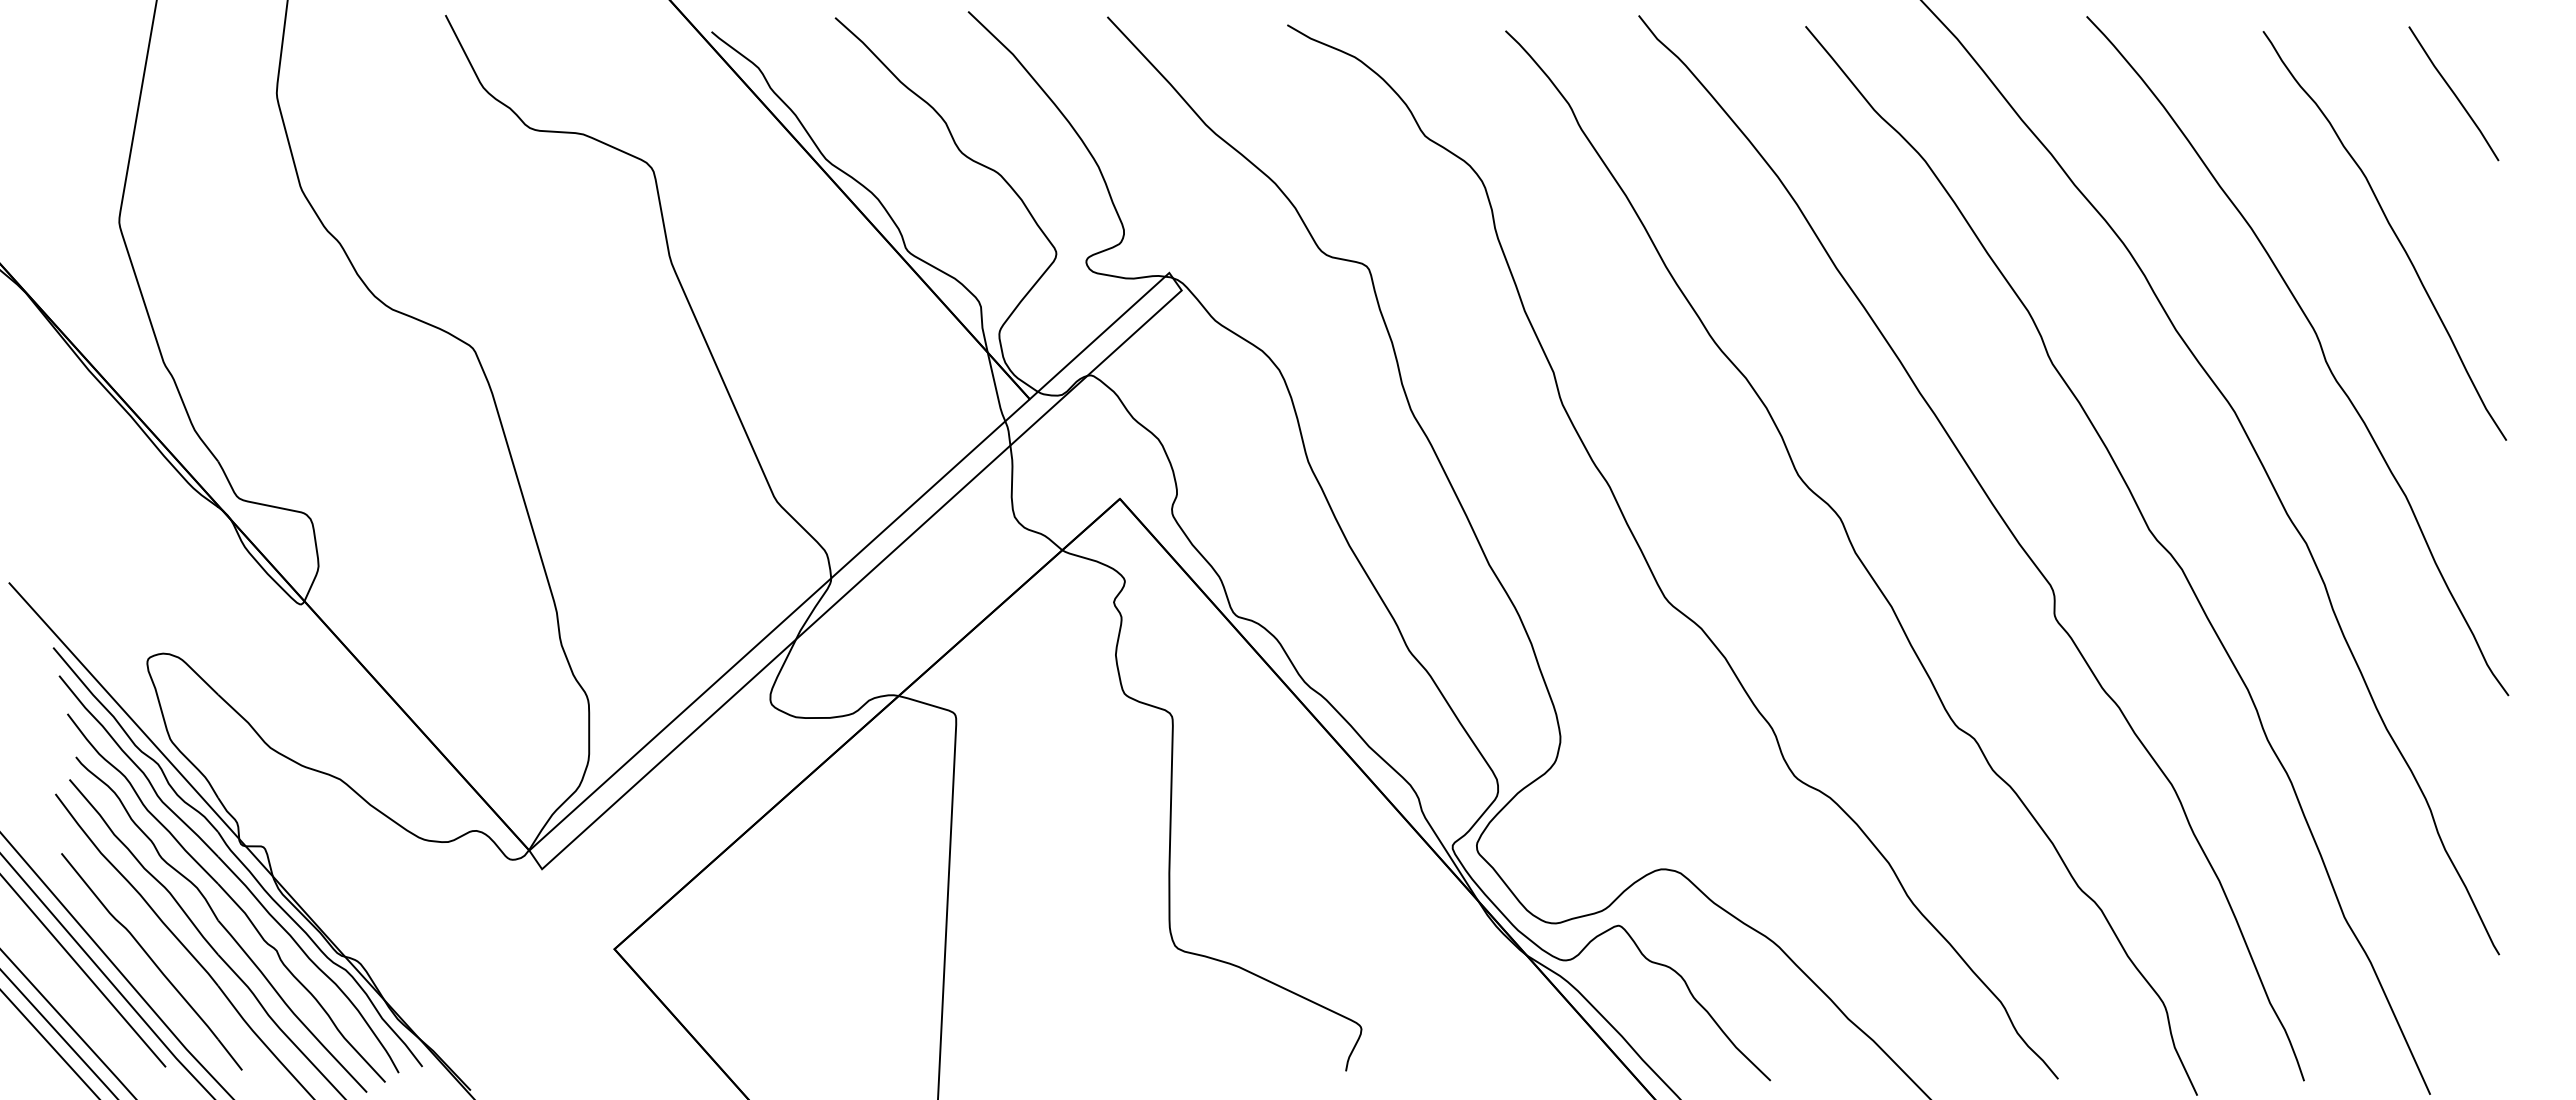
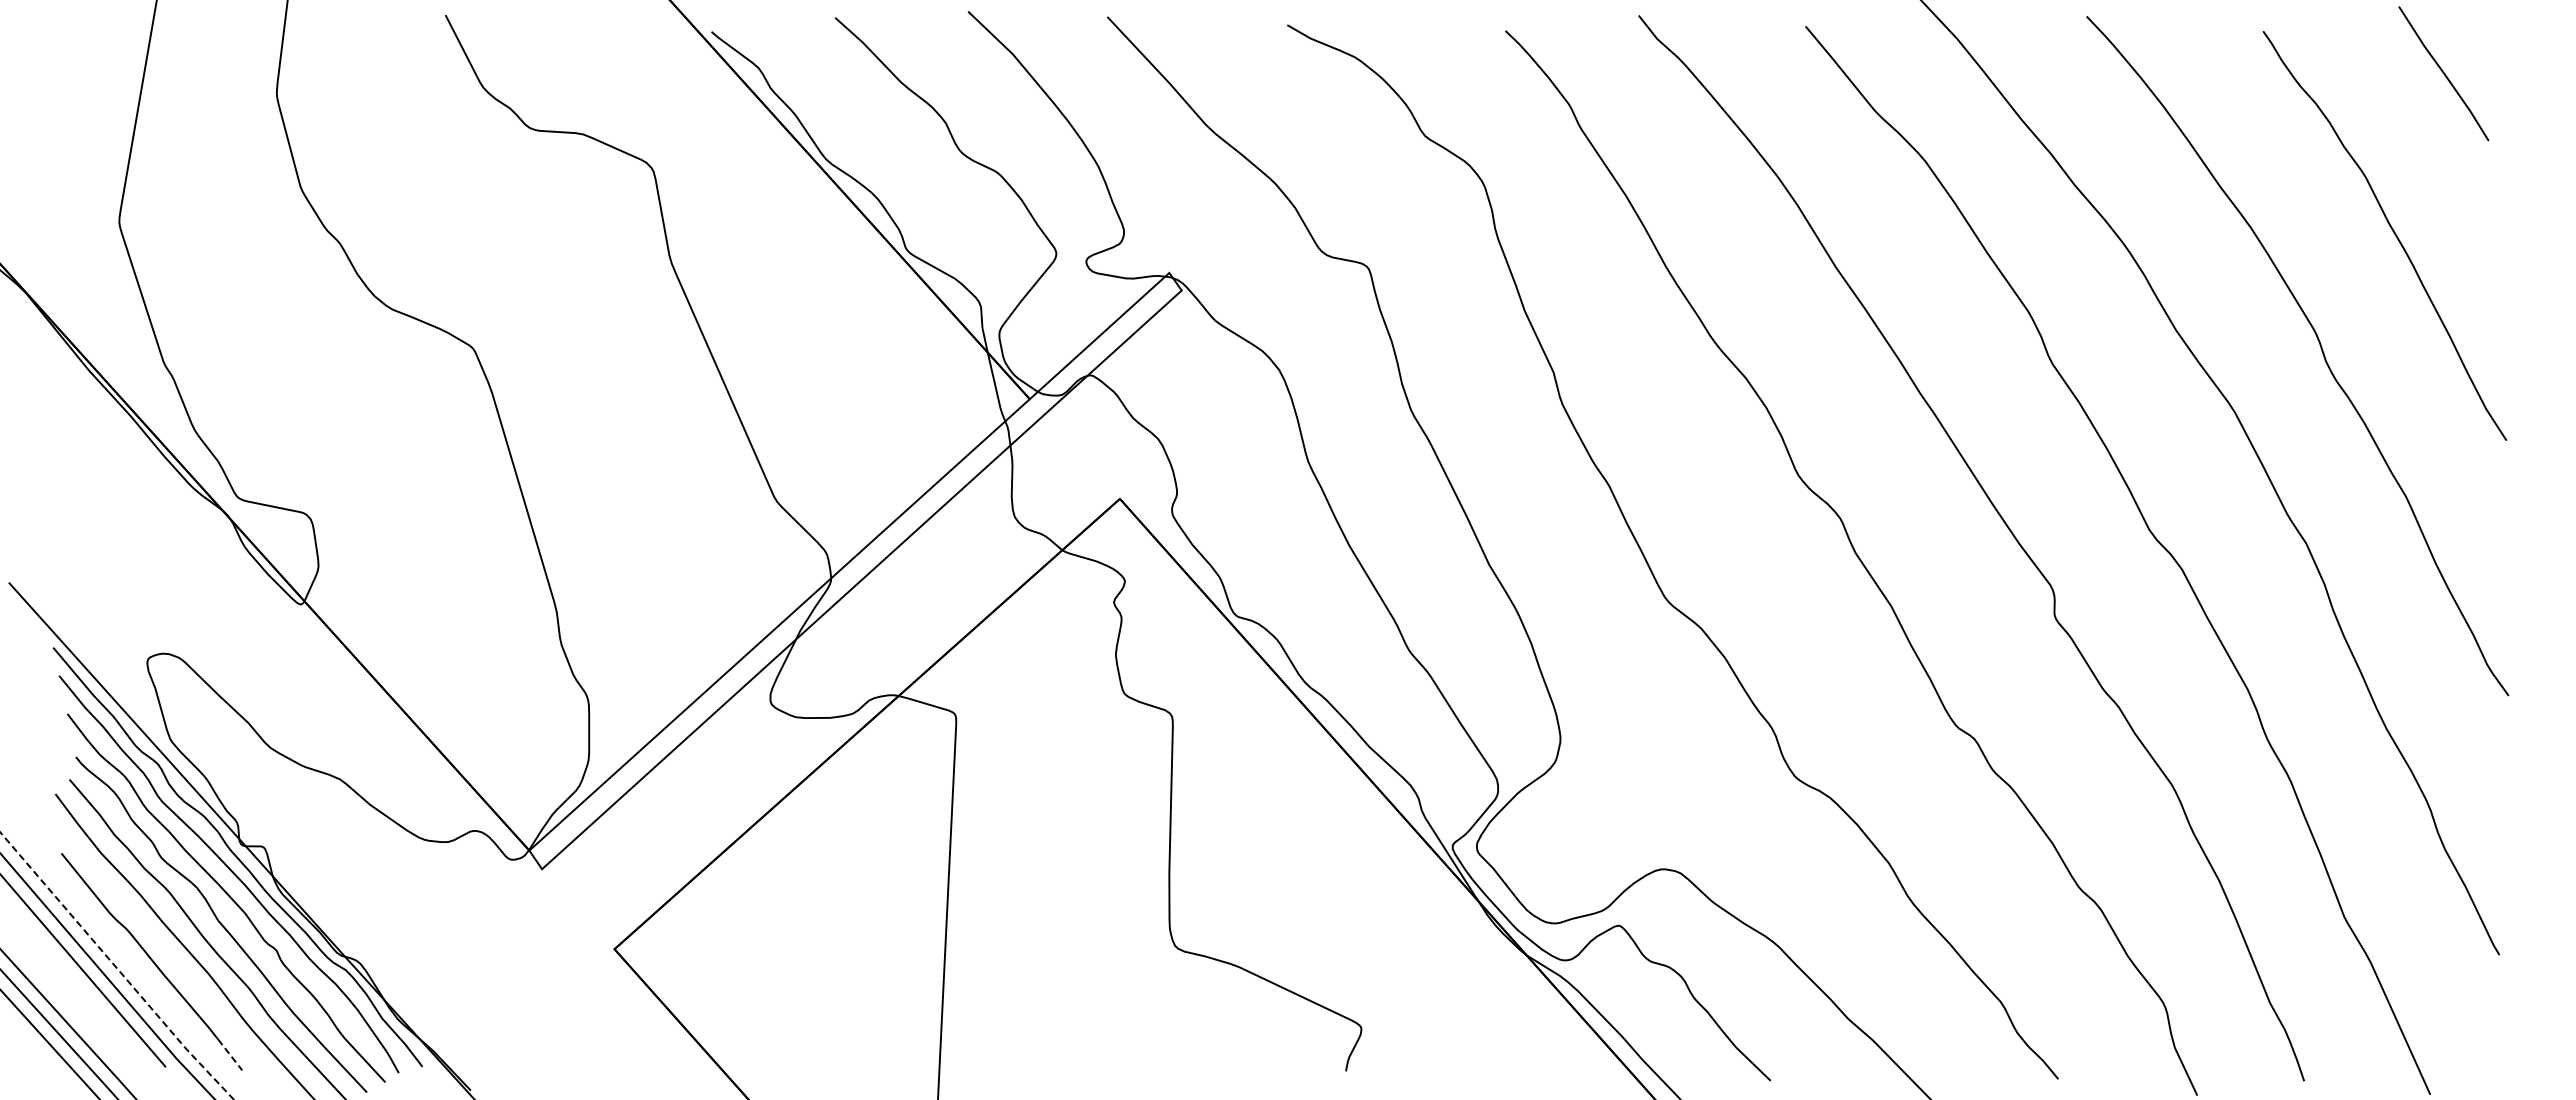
line at (2453, 93) position: (2453, 93) -> (2443, 73)
line at (116, 967): solid -> dashed
line at (230, 1054): solid -> dashed
